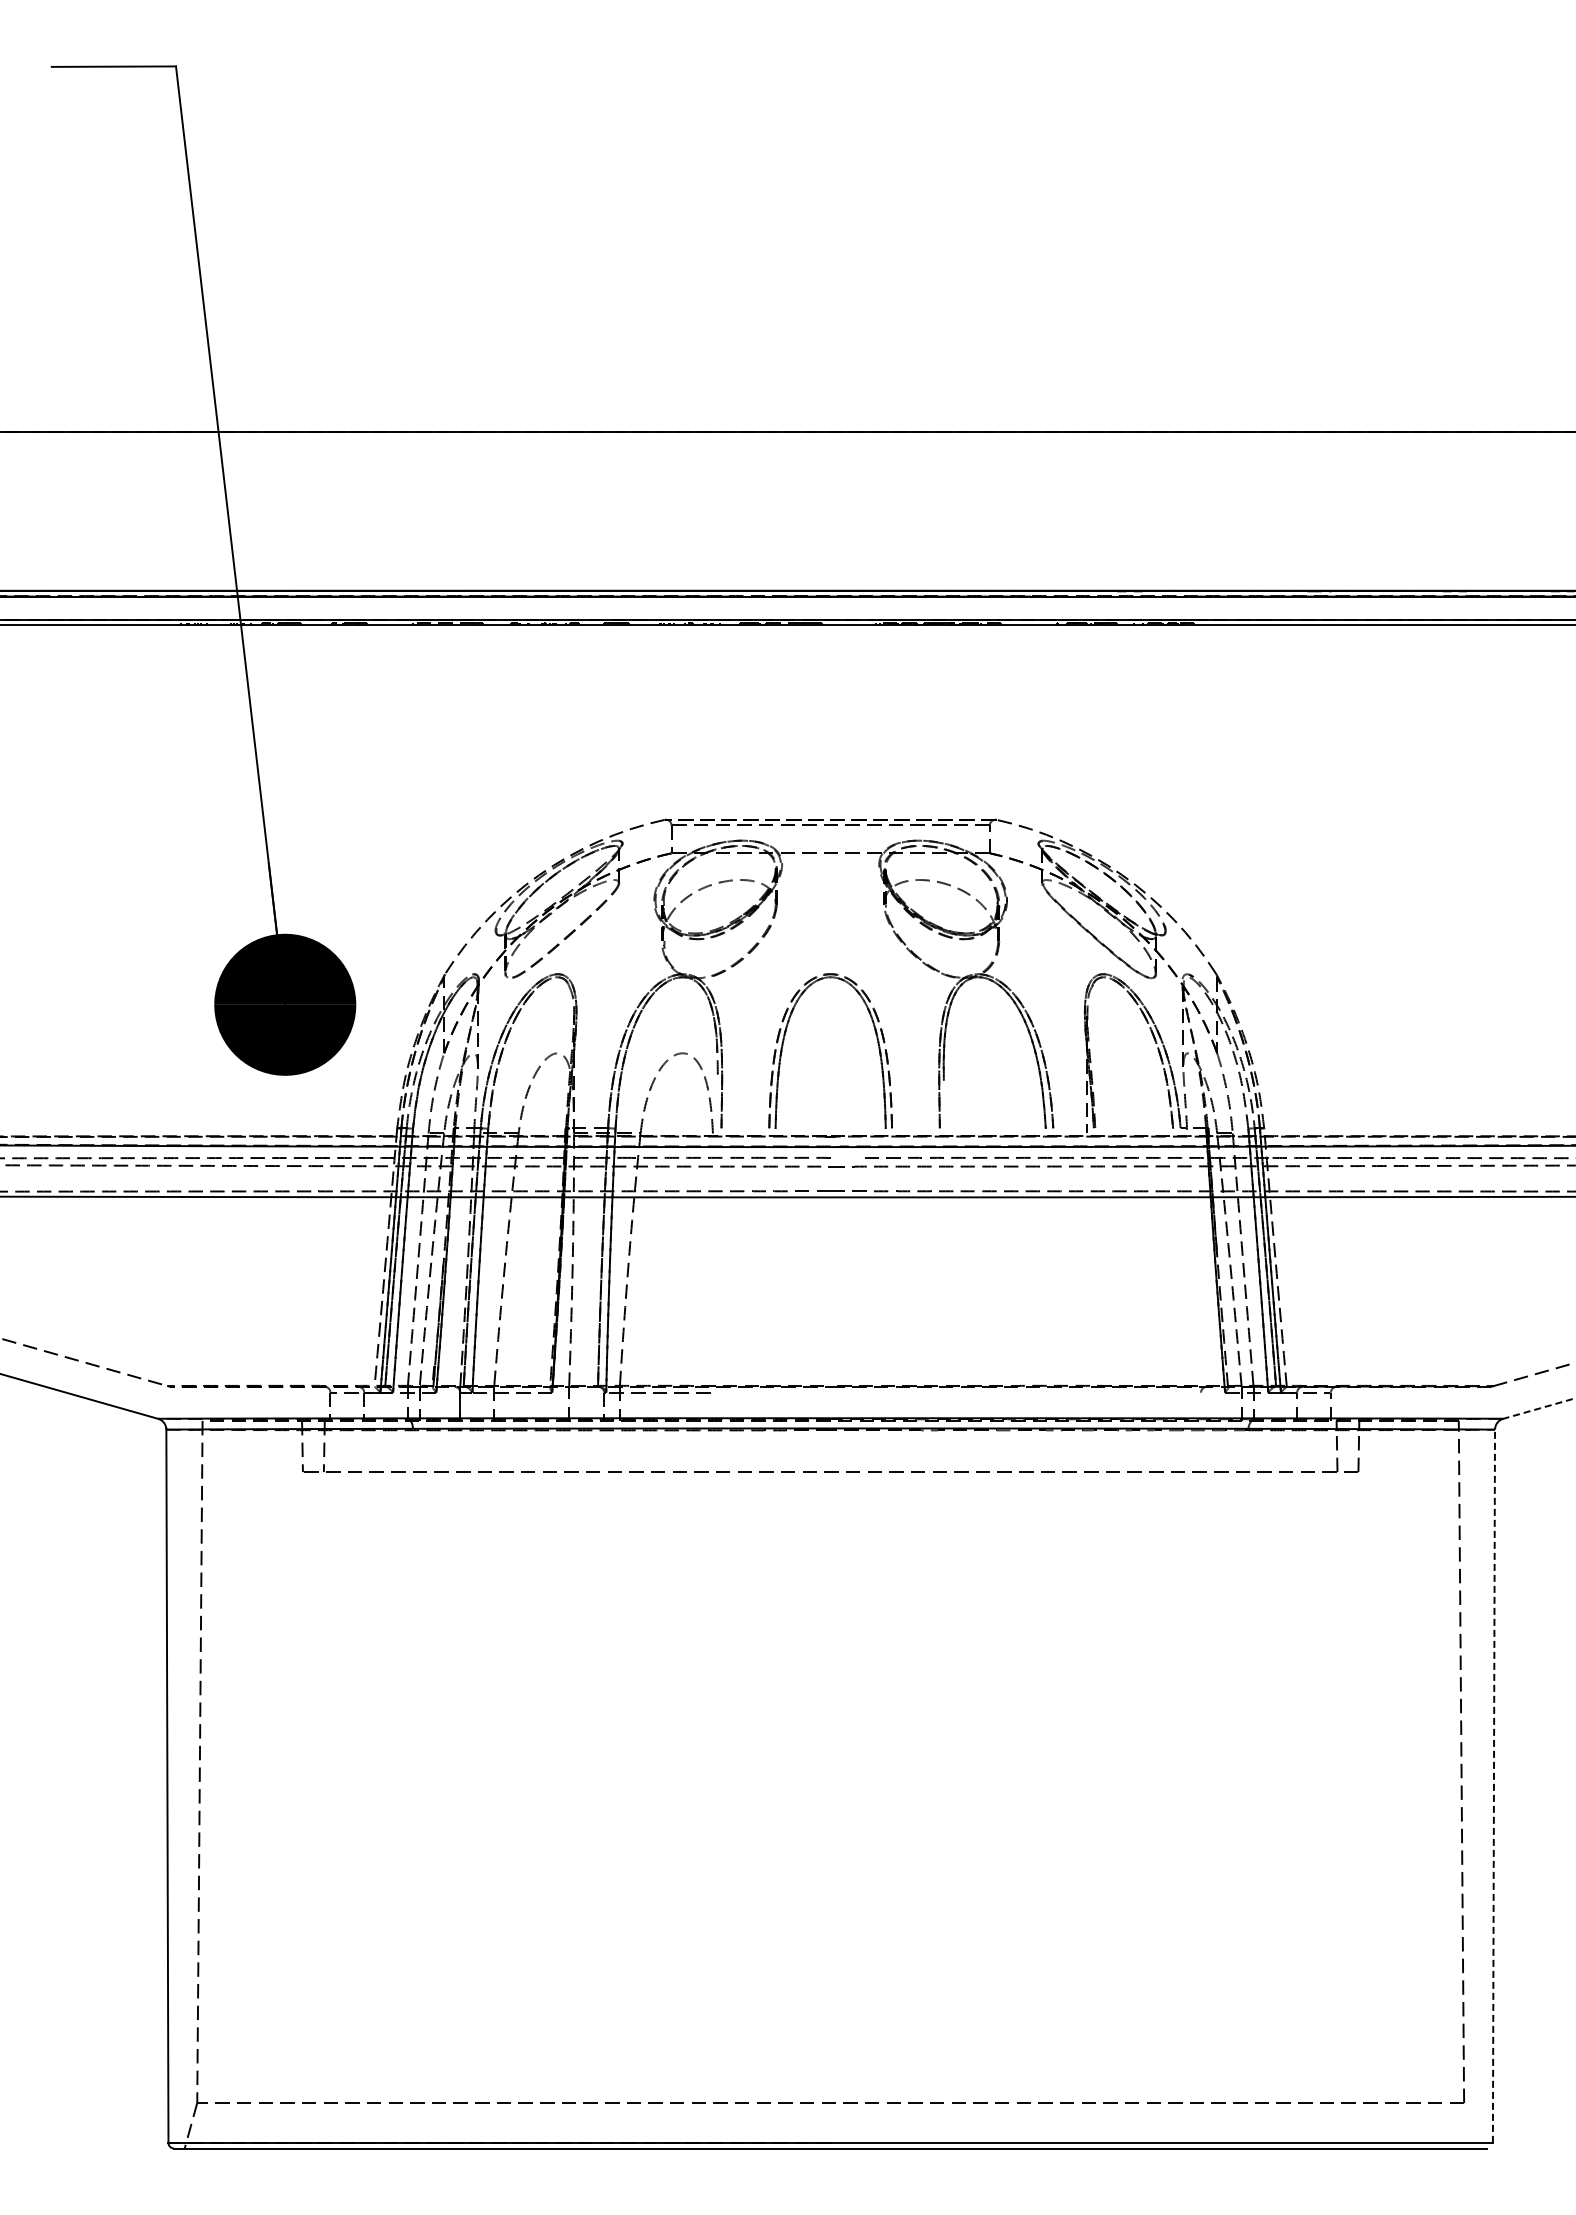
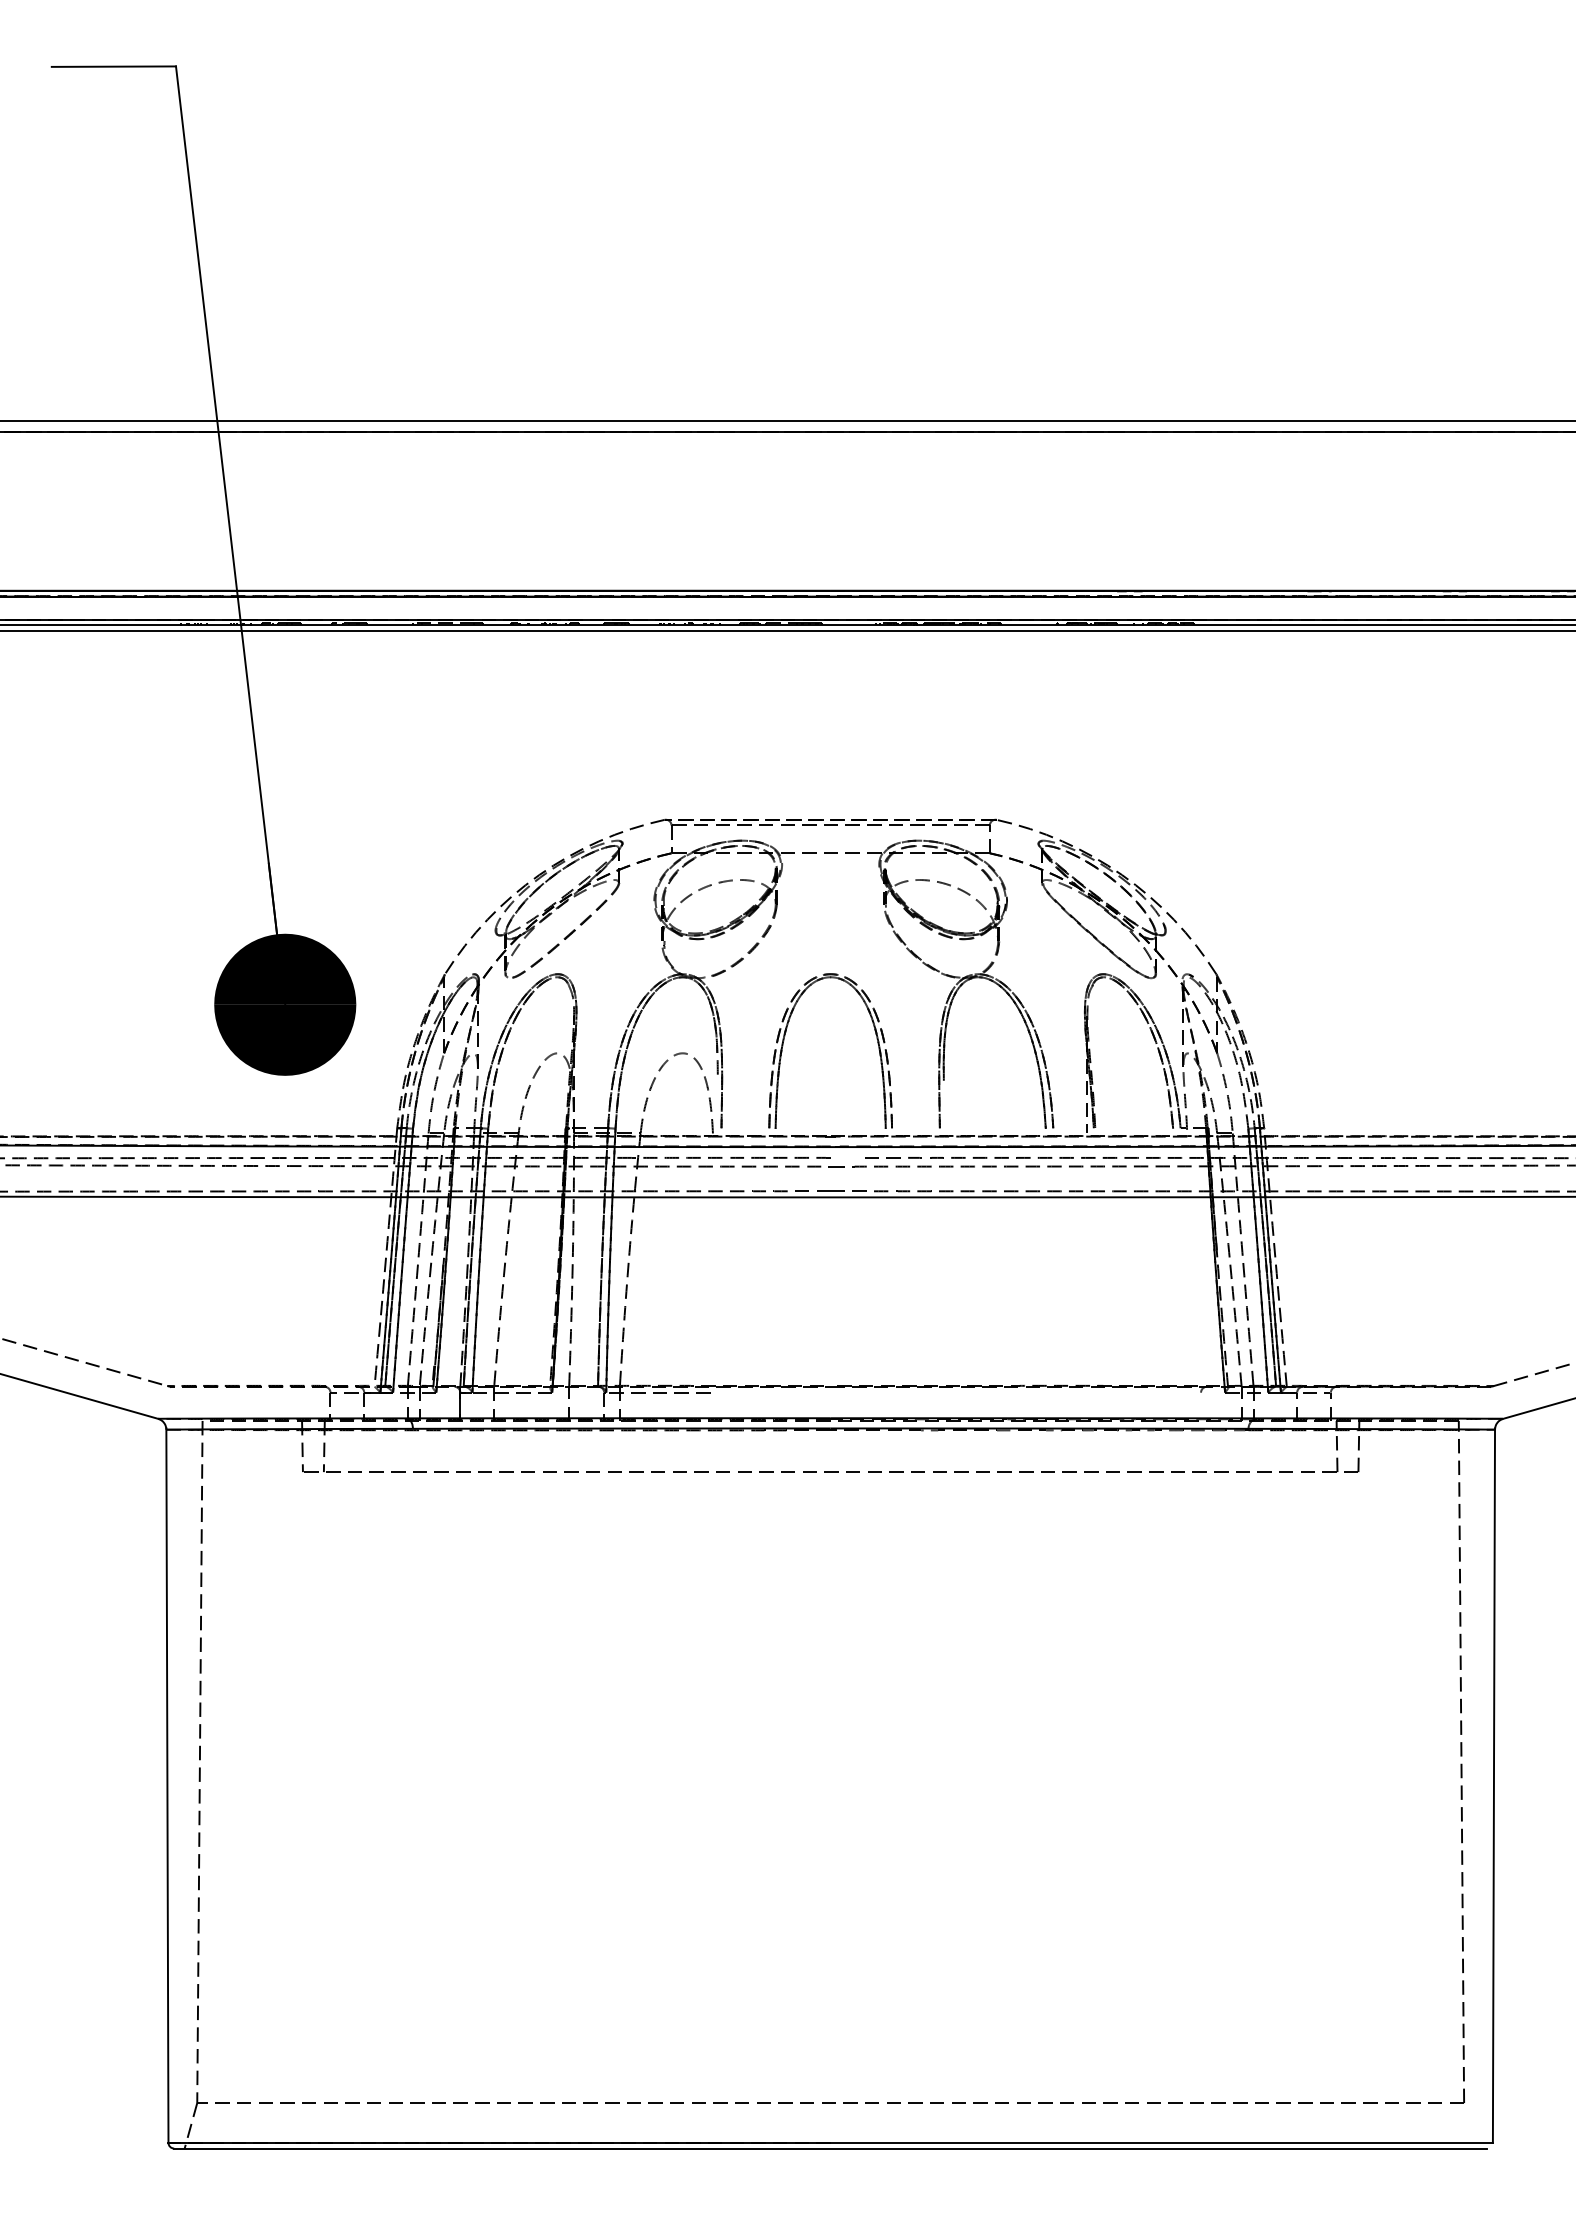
line at (787, 420): none -> present
line at (787, 630): none -> present
line at (1539, 1408): dashed -> solid
line at (1493, 1785): dashed -> solid
